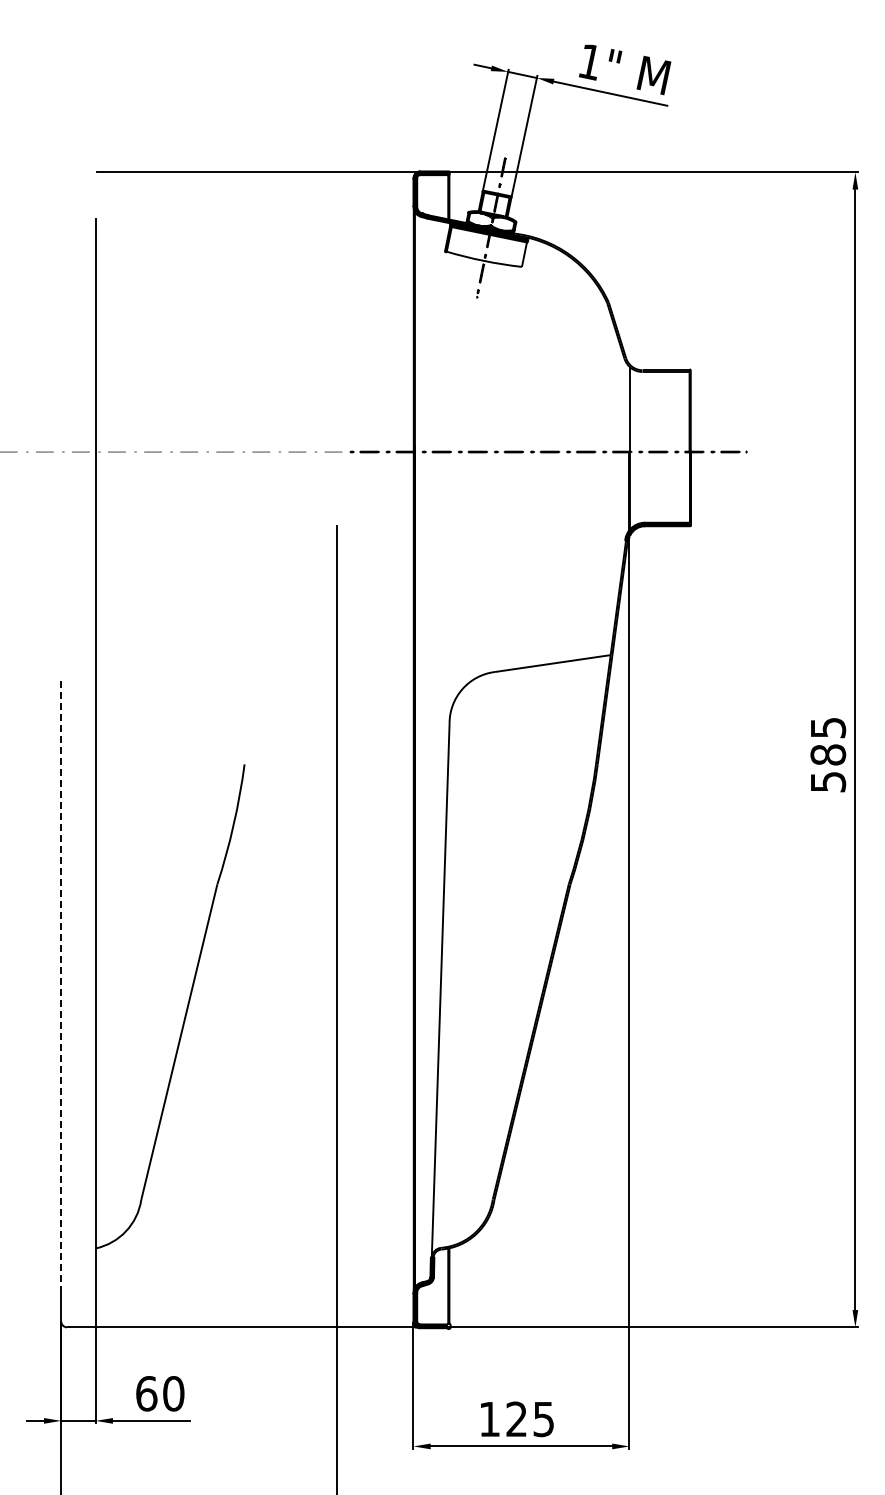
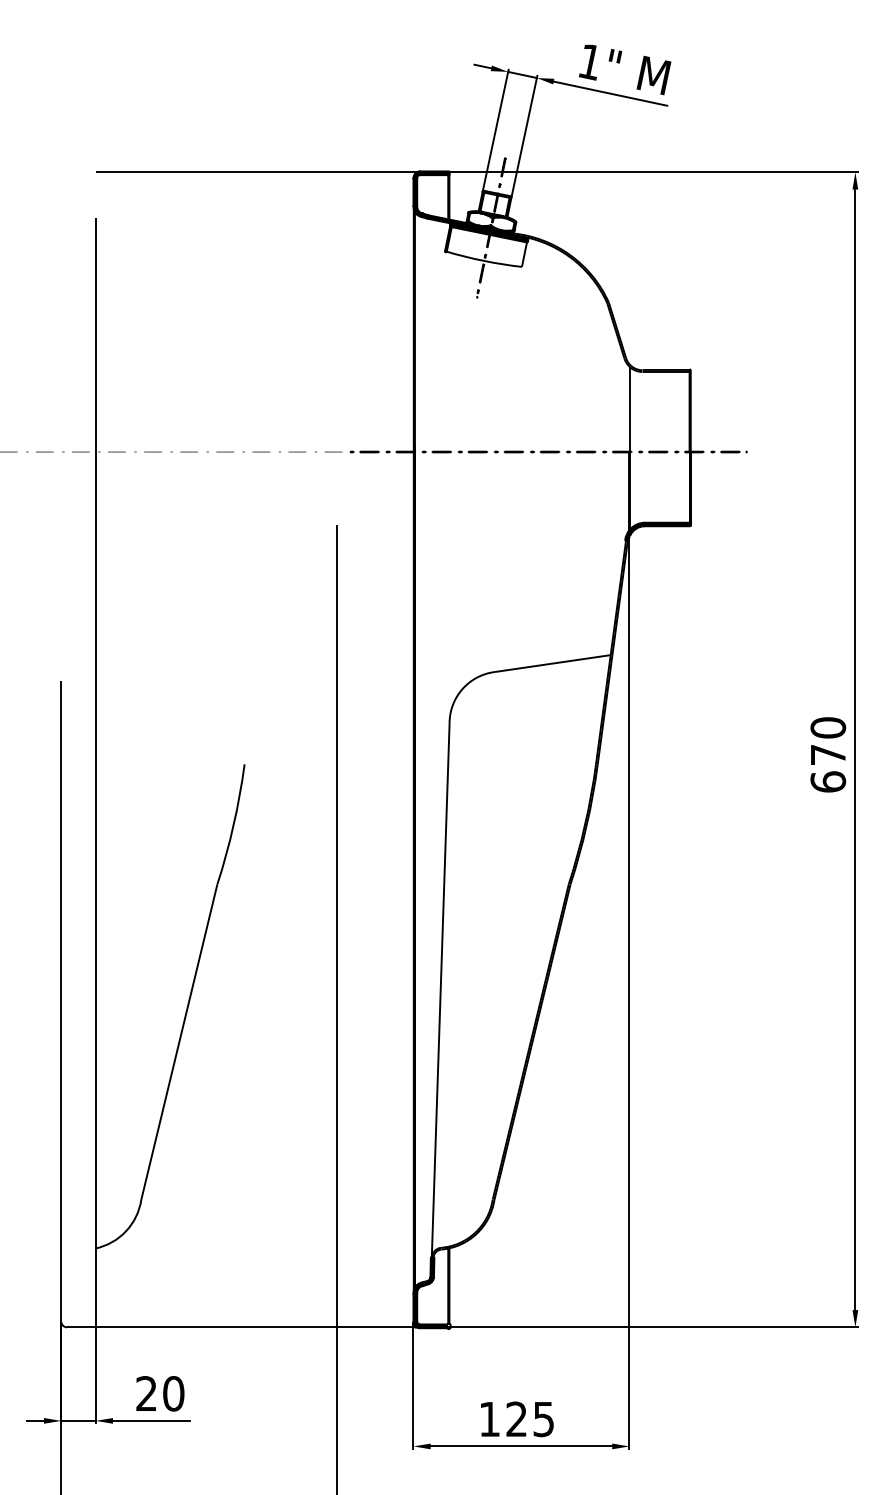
text at (828, 754): 585 -> 670
line at (61, 986): dashed -> solid
text at (146, 1393): 60 -> 20
